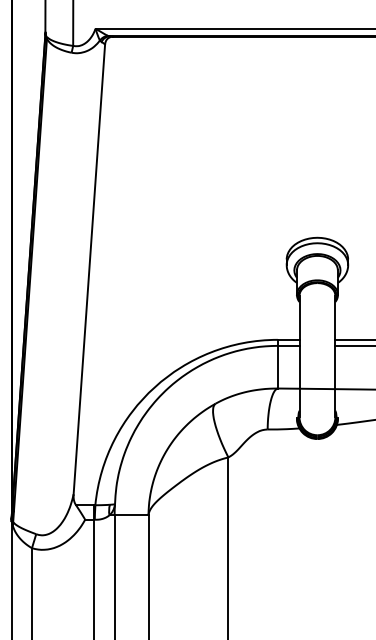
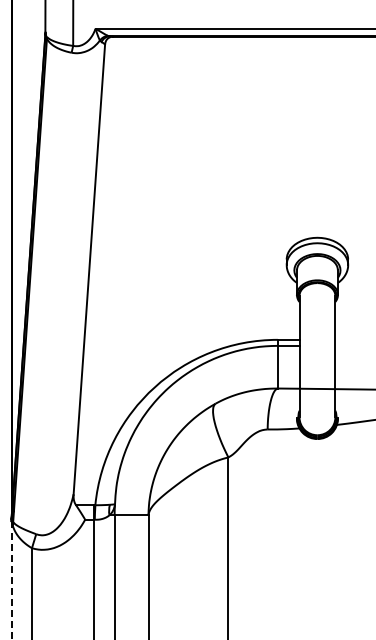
line at (353, 339): present -> none
line at (353, 345): present -> none
line at (11, 580): solid -> dashed
